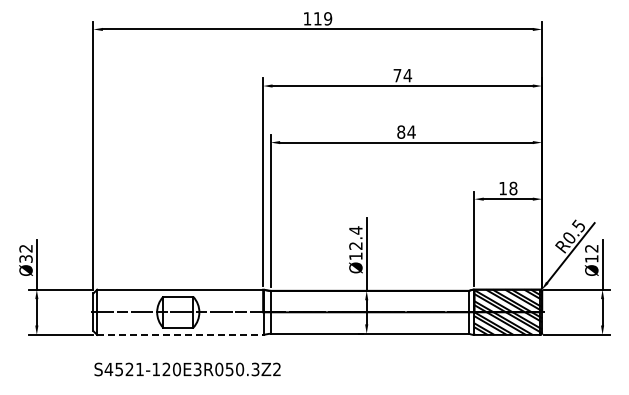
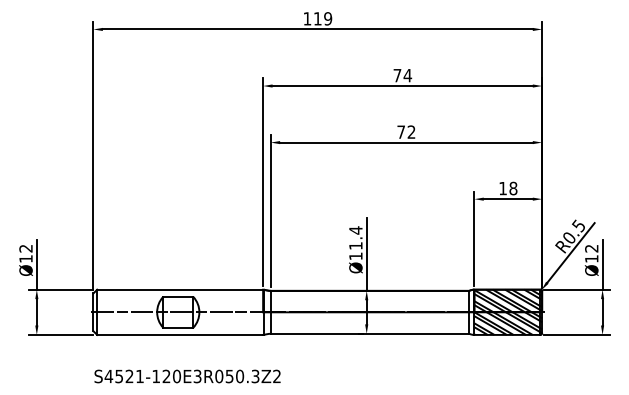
text at (406, 131): 84 -> 72
text at (355, 245): Ø12.4 -> Ø11.4
text at (25, 258): Ø32 -> Ø12
line at (180, 334): dashed -> solid
text at (187, 369) position: (187, 369) -> (187, 376)
